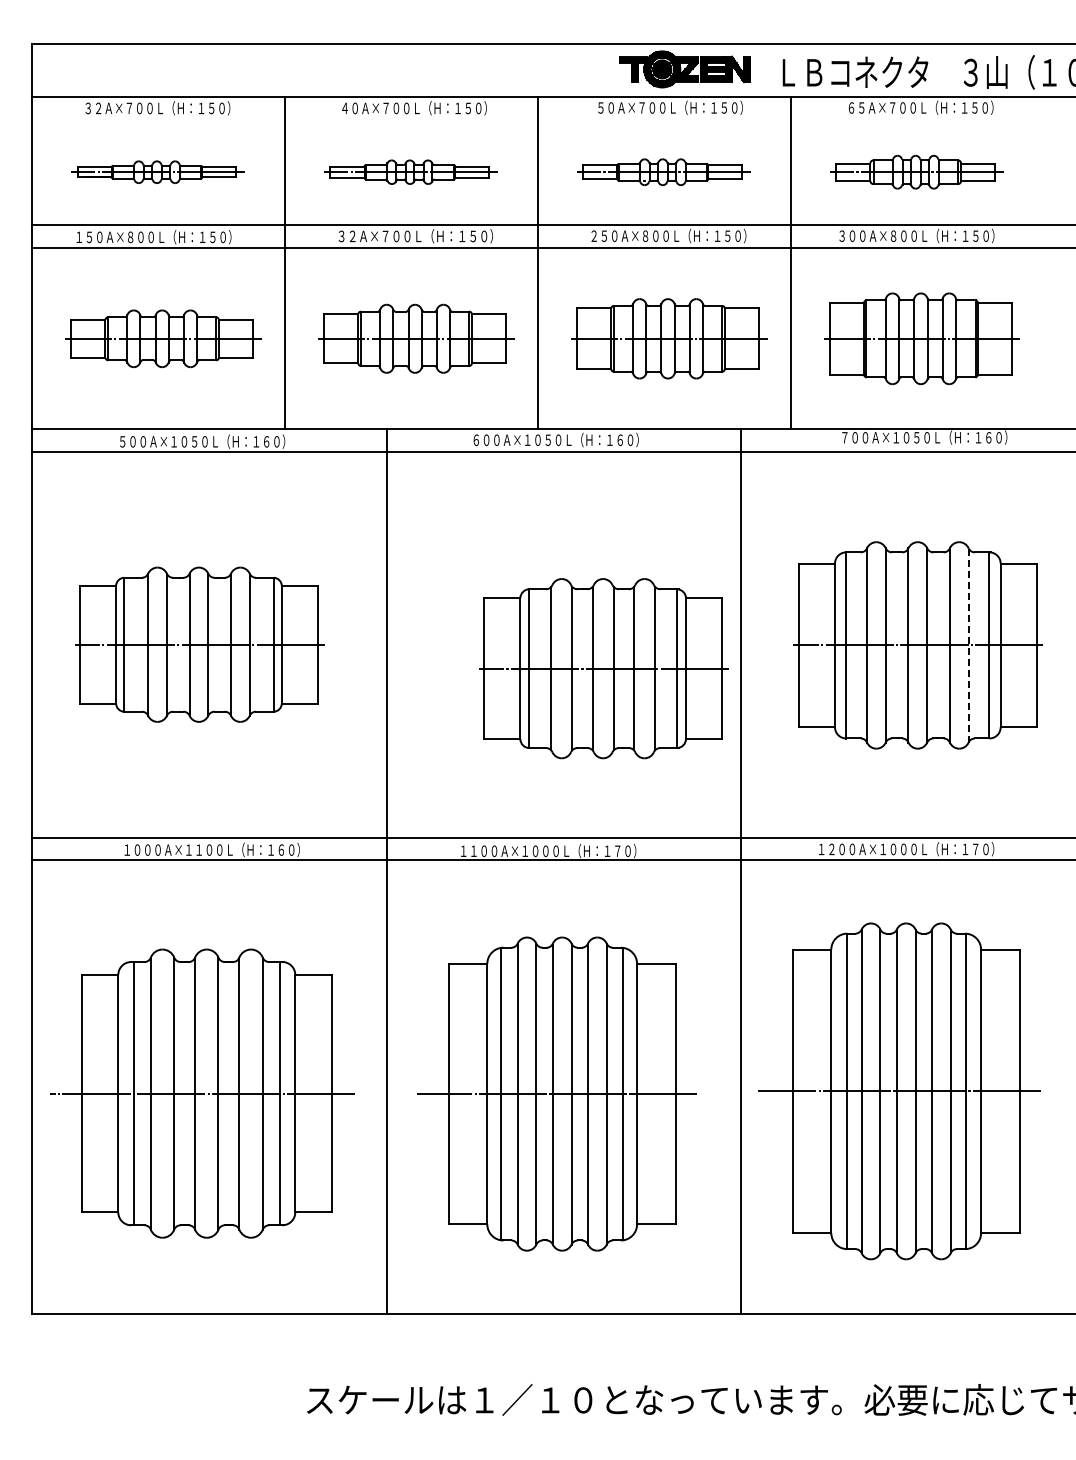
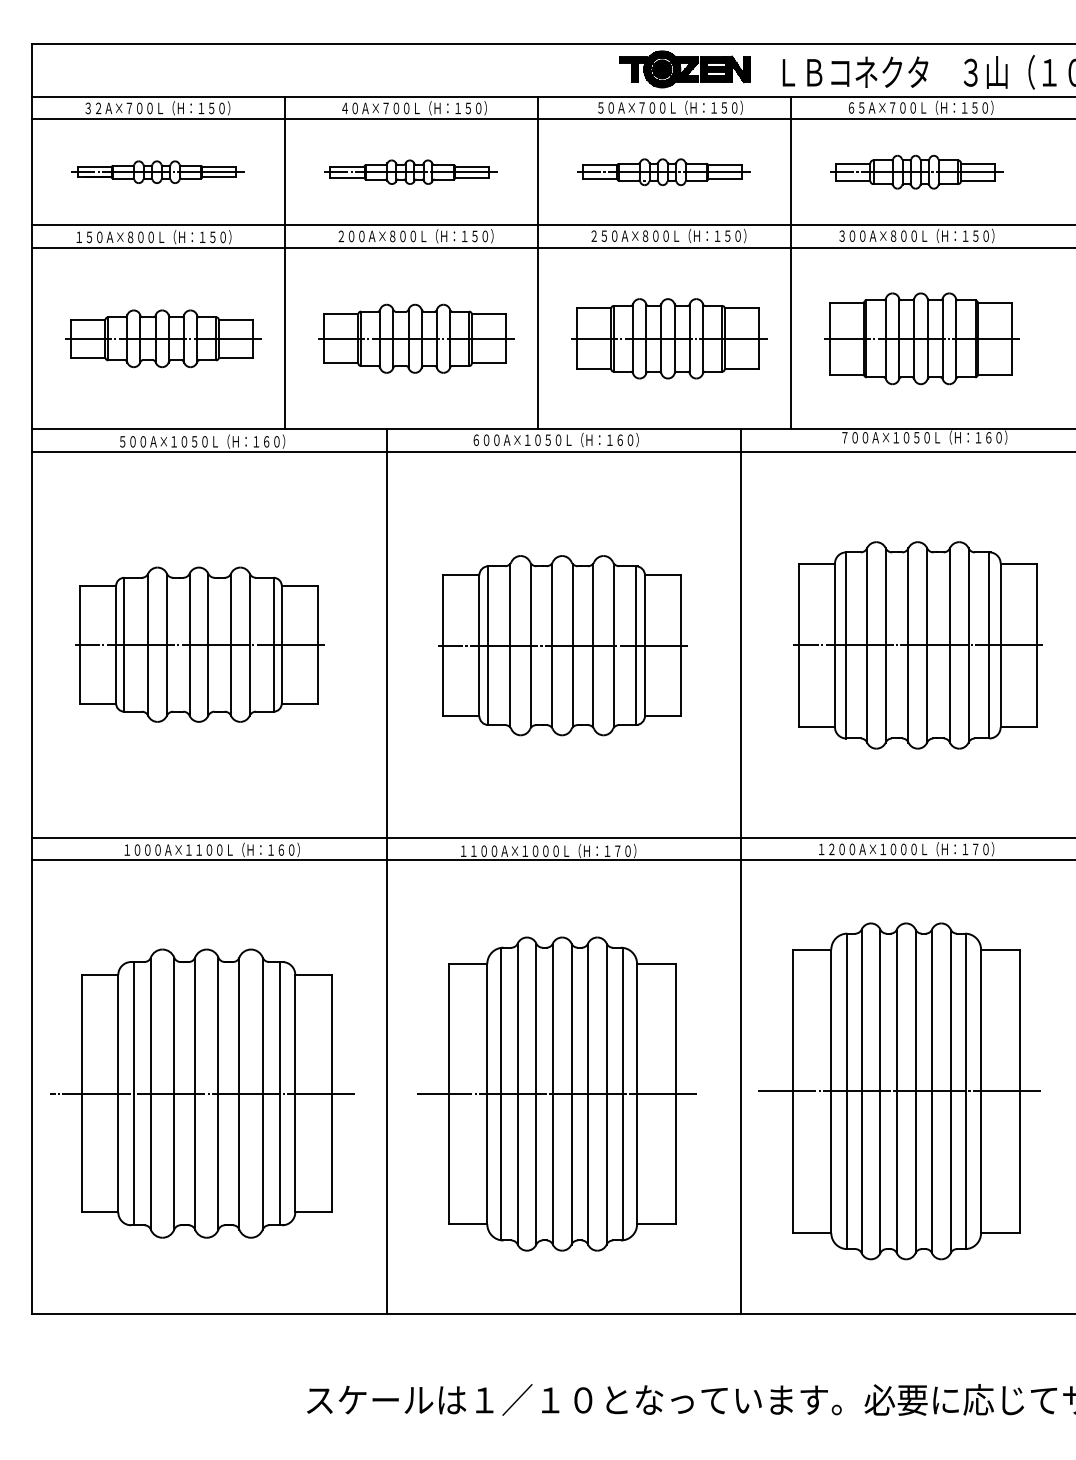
line at (552, 119): none -> present
text at (415, 236): ３２Ａ×７００Ｌ（Ｈ：１５０） -> ２００Ａ×８００Ｌ（Ｈ：１５０）
line at (968, 644): dashed -> solid
part at (603, 668) position: (603, 668) -> (562, 645)
